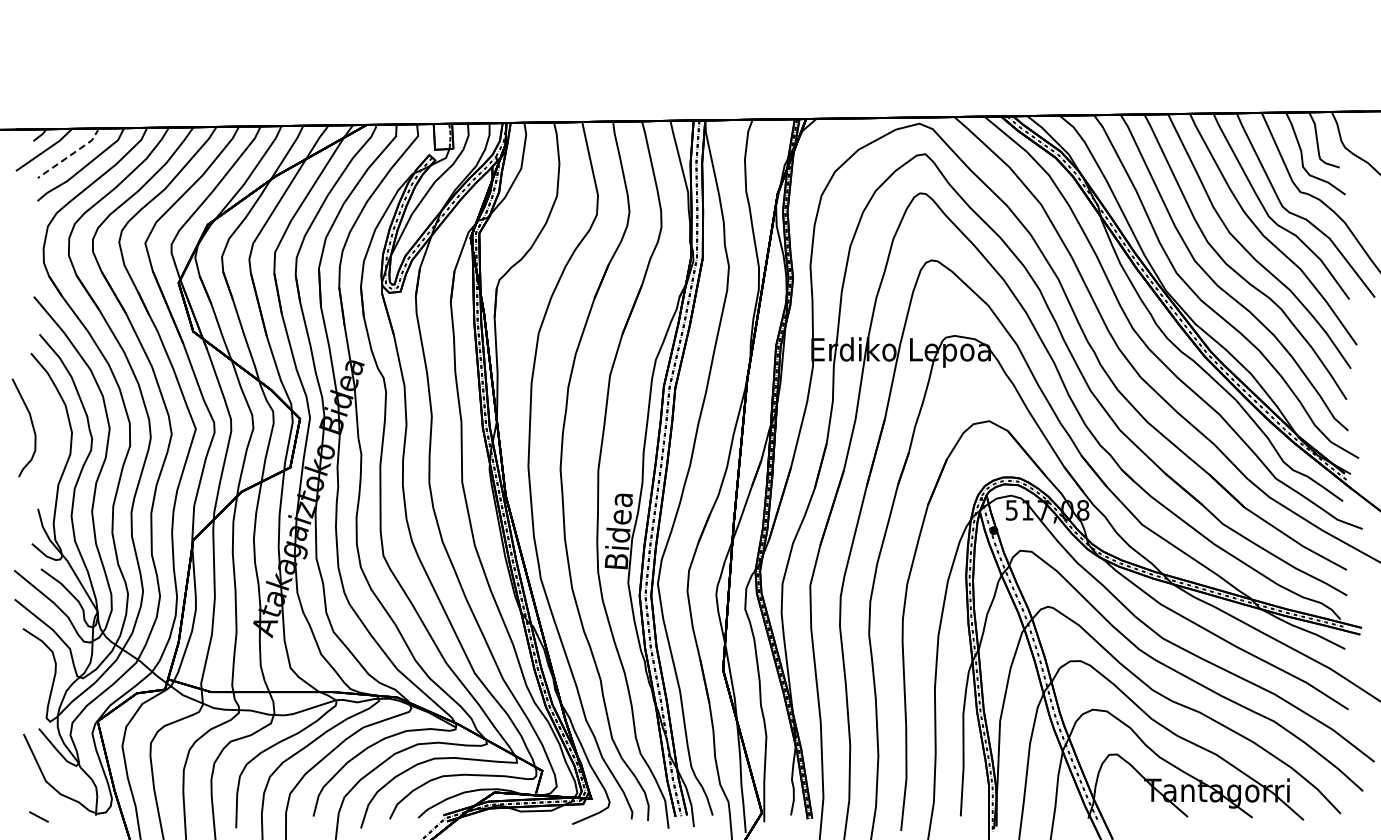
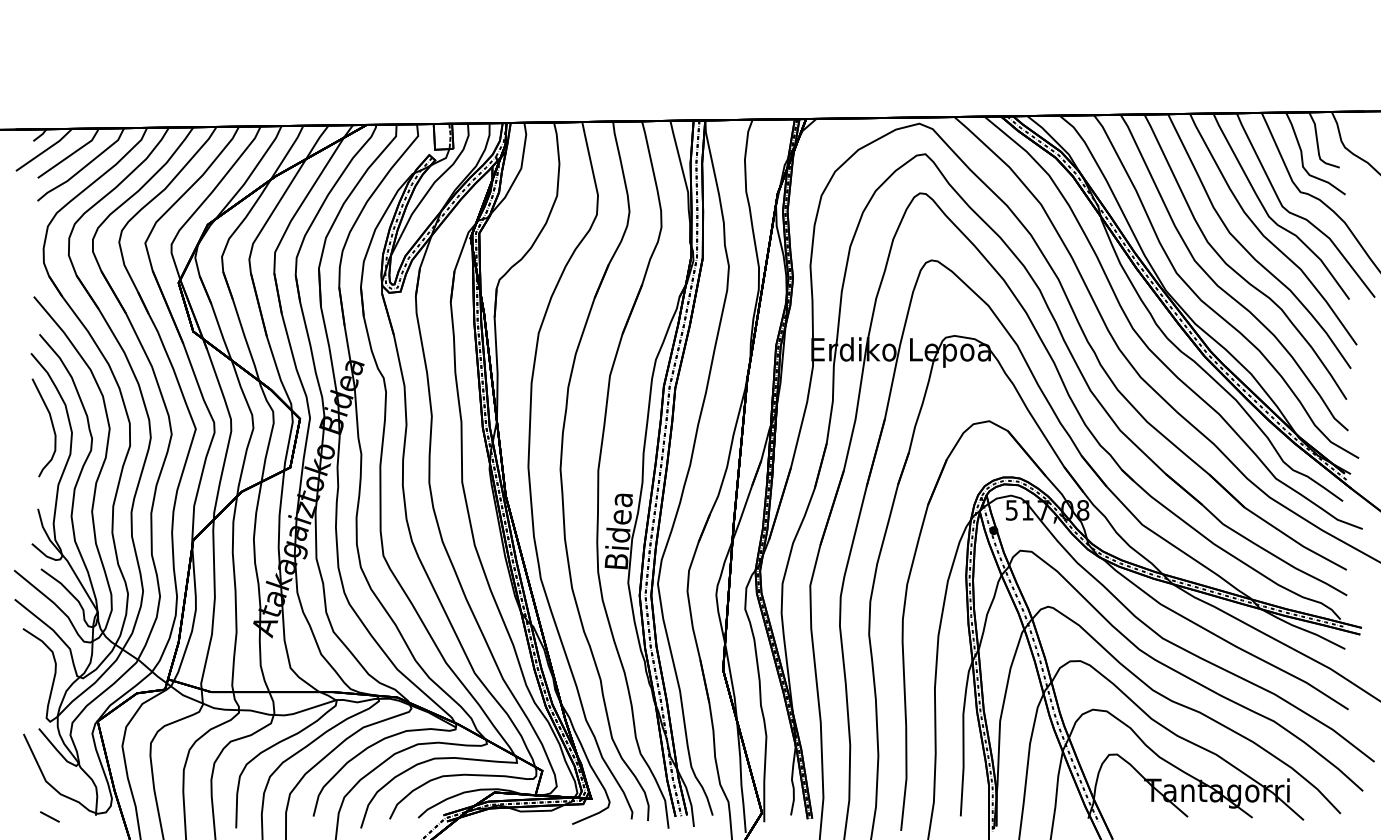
line at (71, 154): dashed -> solid
curve at (31, 424) position: (31, 424) -> (51, 424)
line at (38, 816) position: (38, 816) -> (49, 816)
